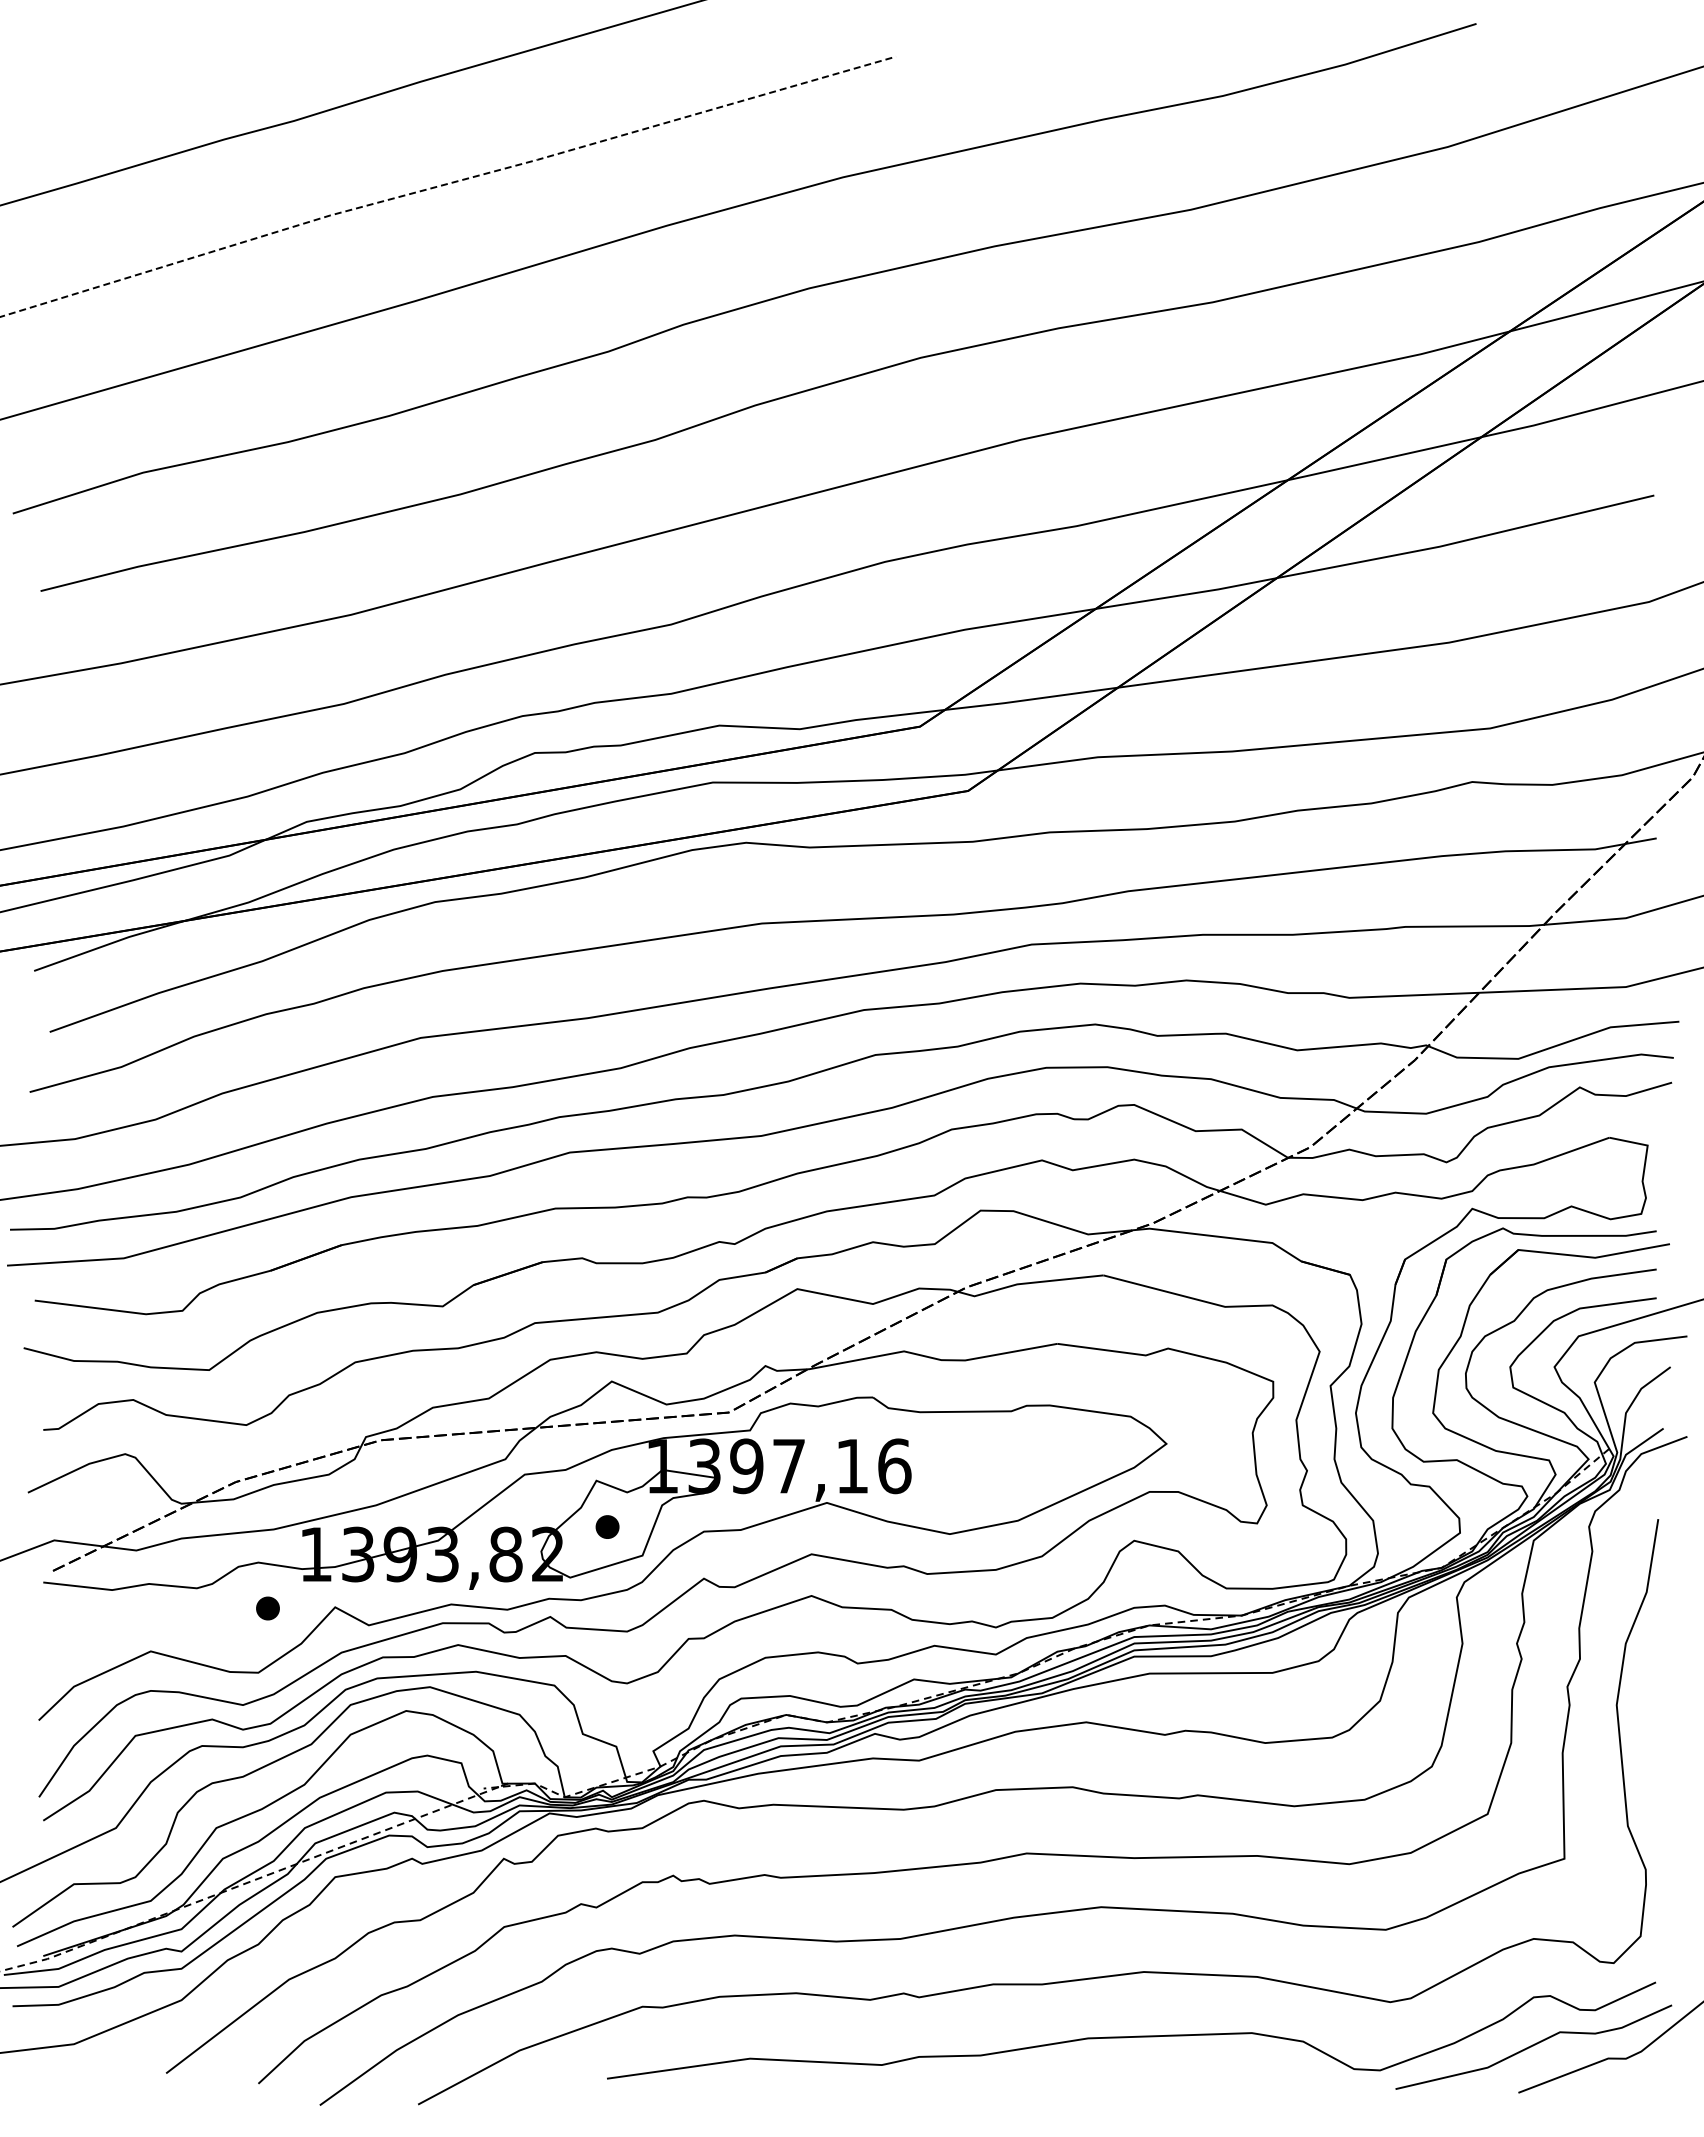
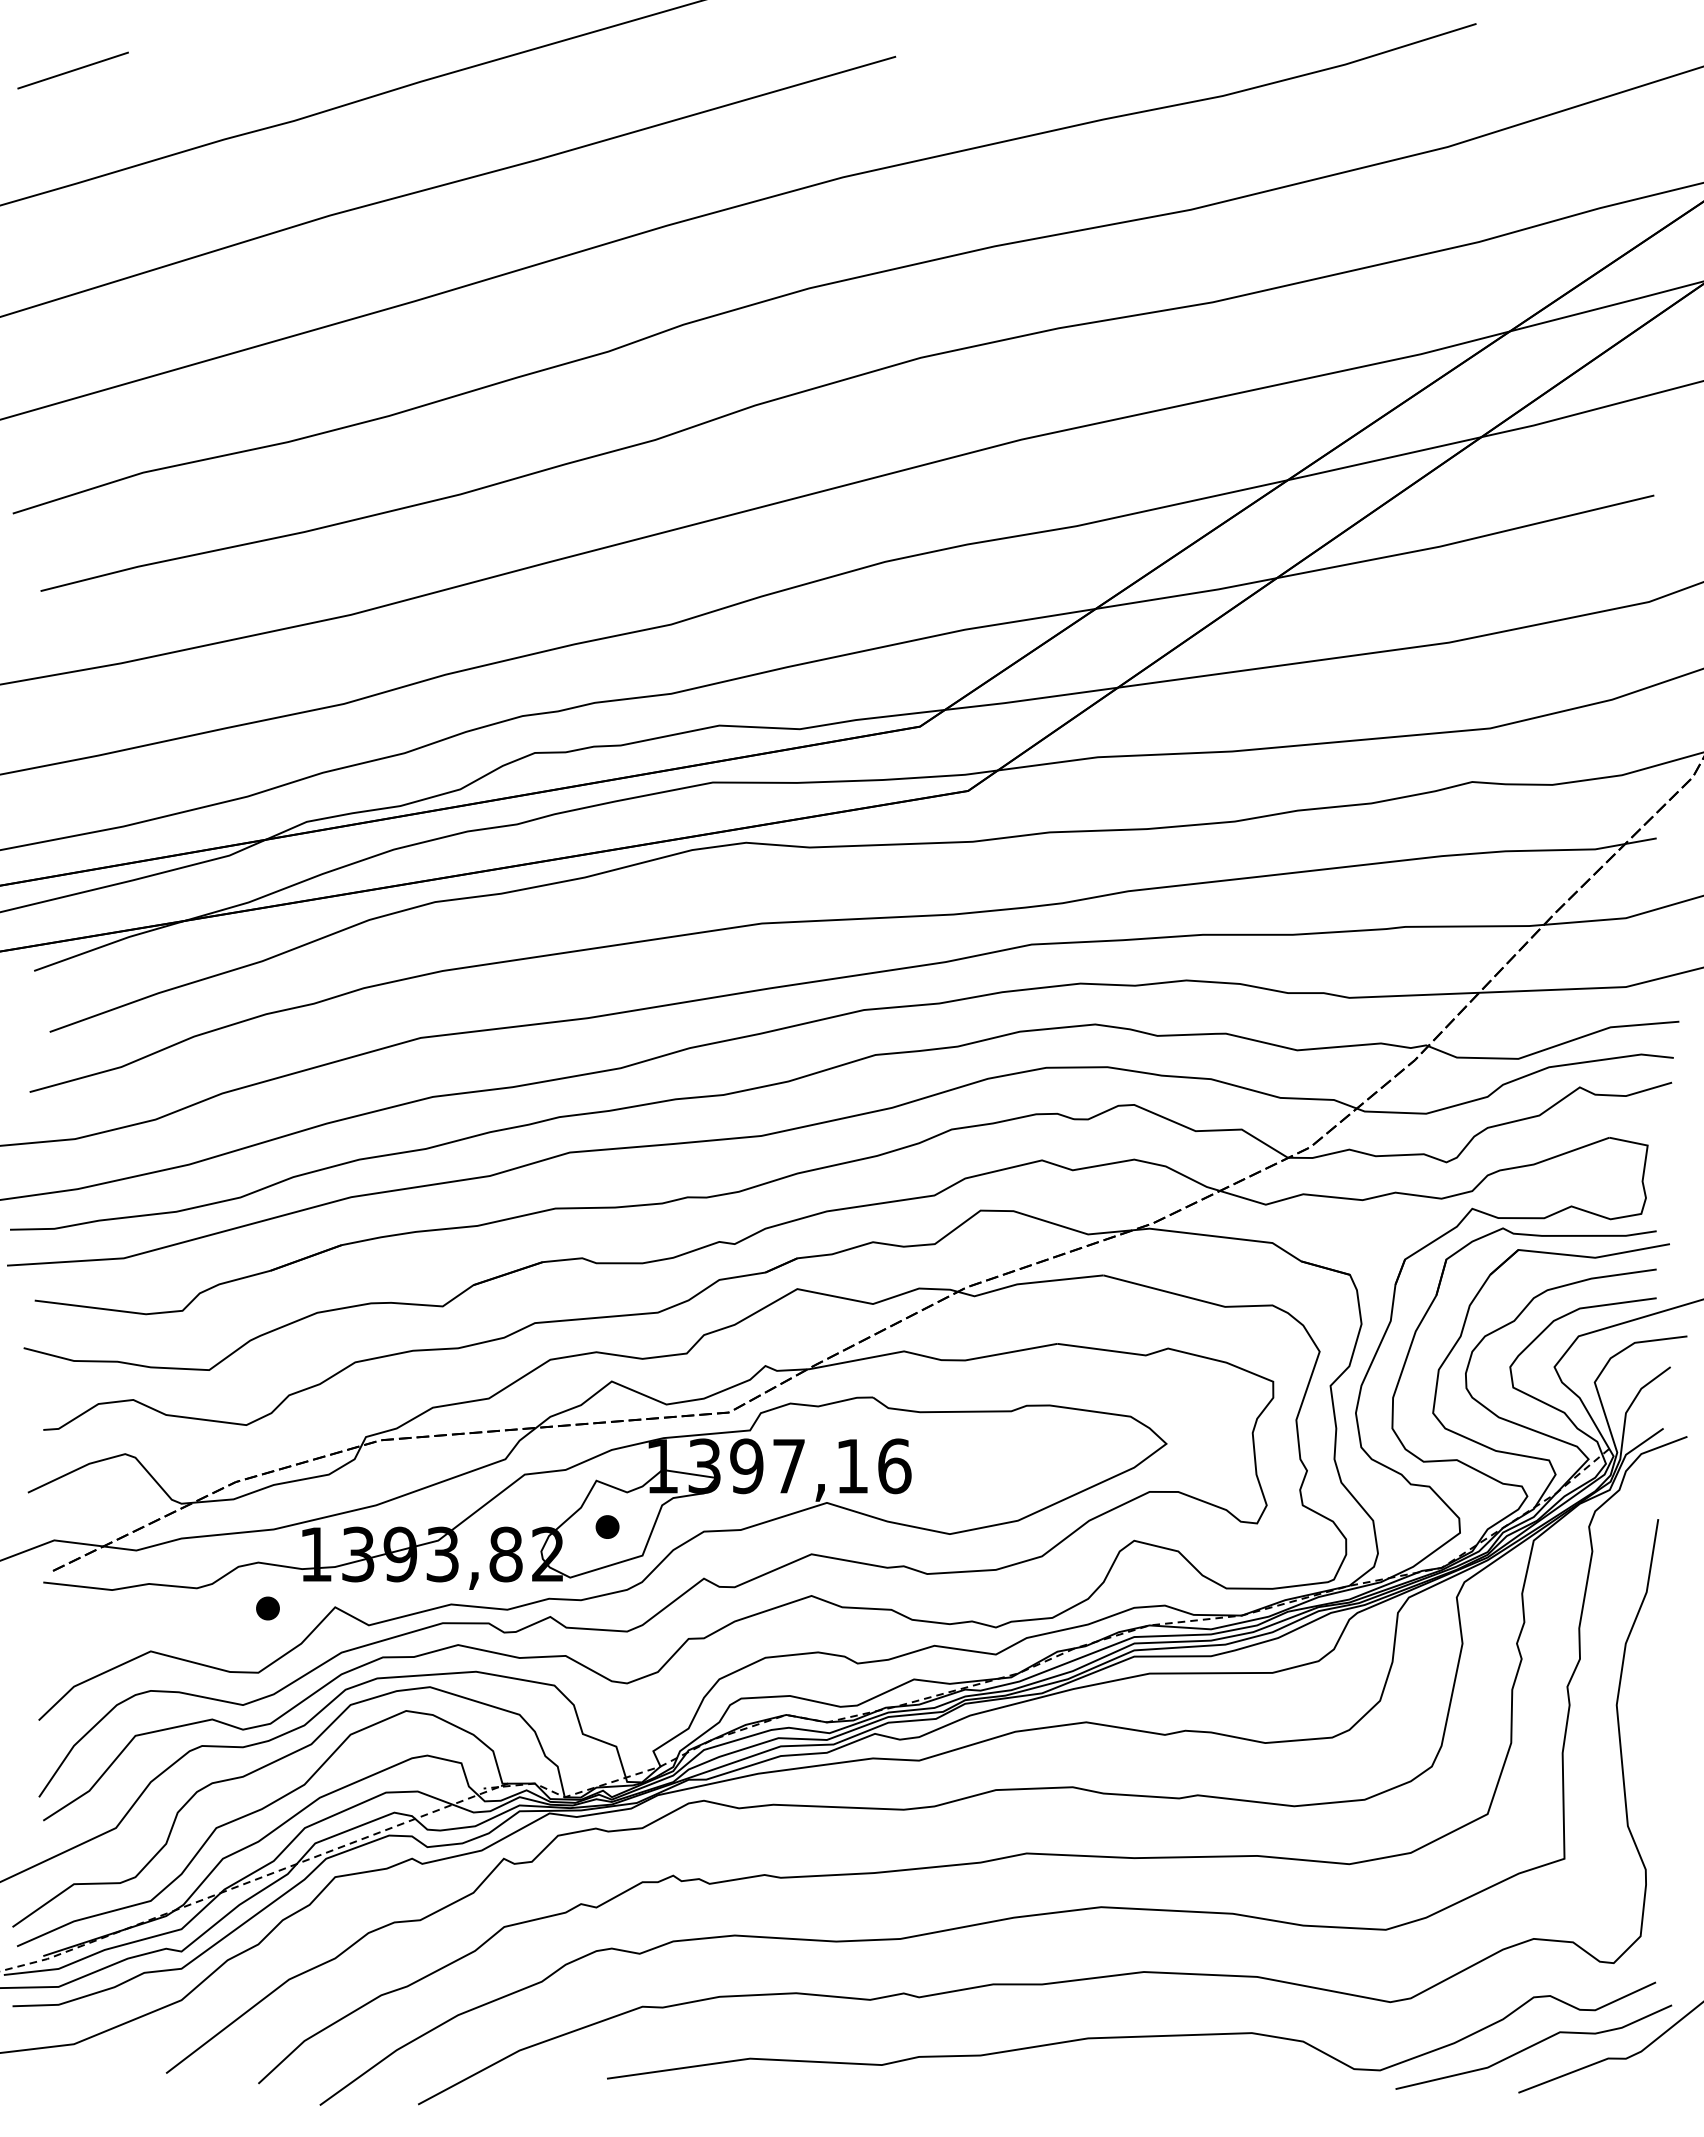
line at (72, 70): none -> present
line at (447, 183): dashed -> solid
